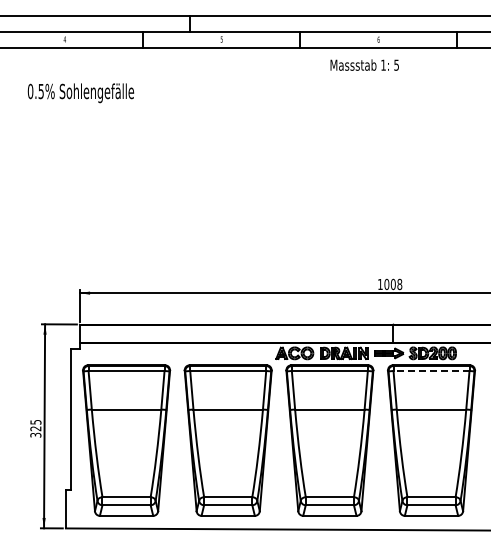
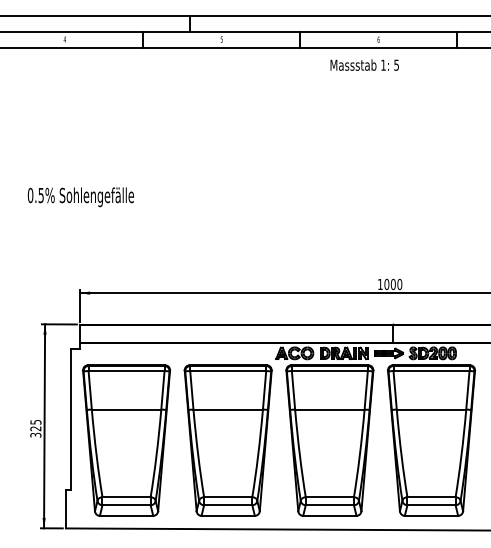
text at (80, 93) position: (80, 93) -> (80, 197)
text at (399, 284): 1008 -> 1000
line at (431, 370): dashed -> solid
